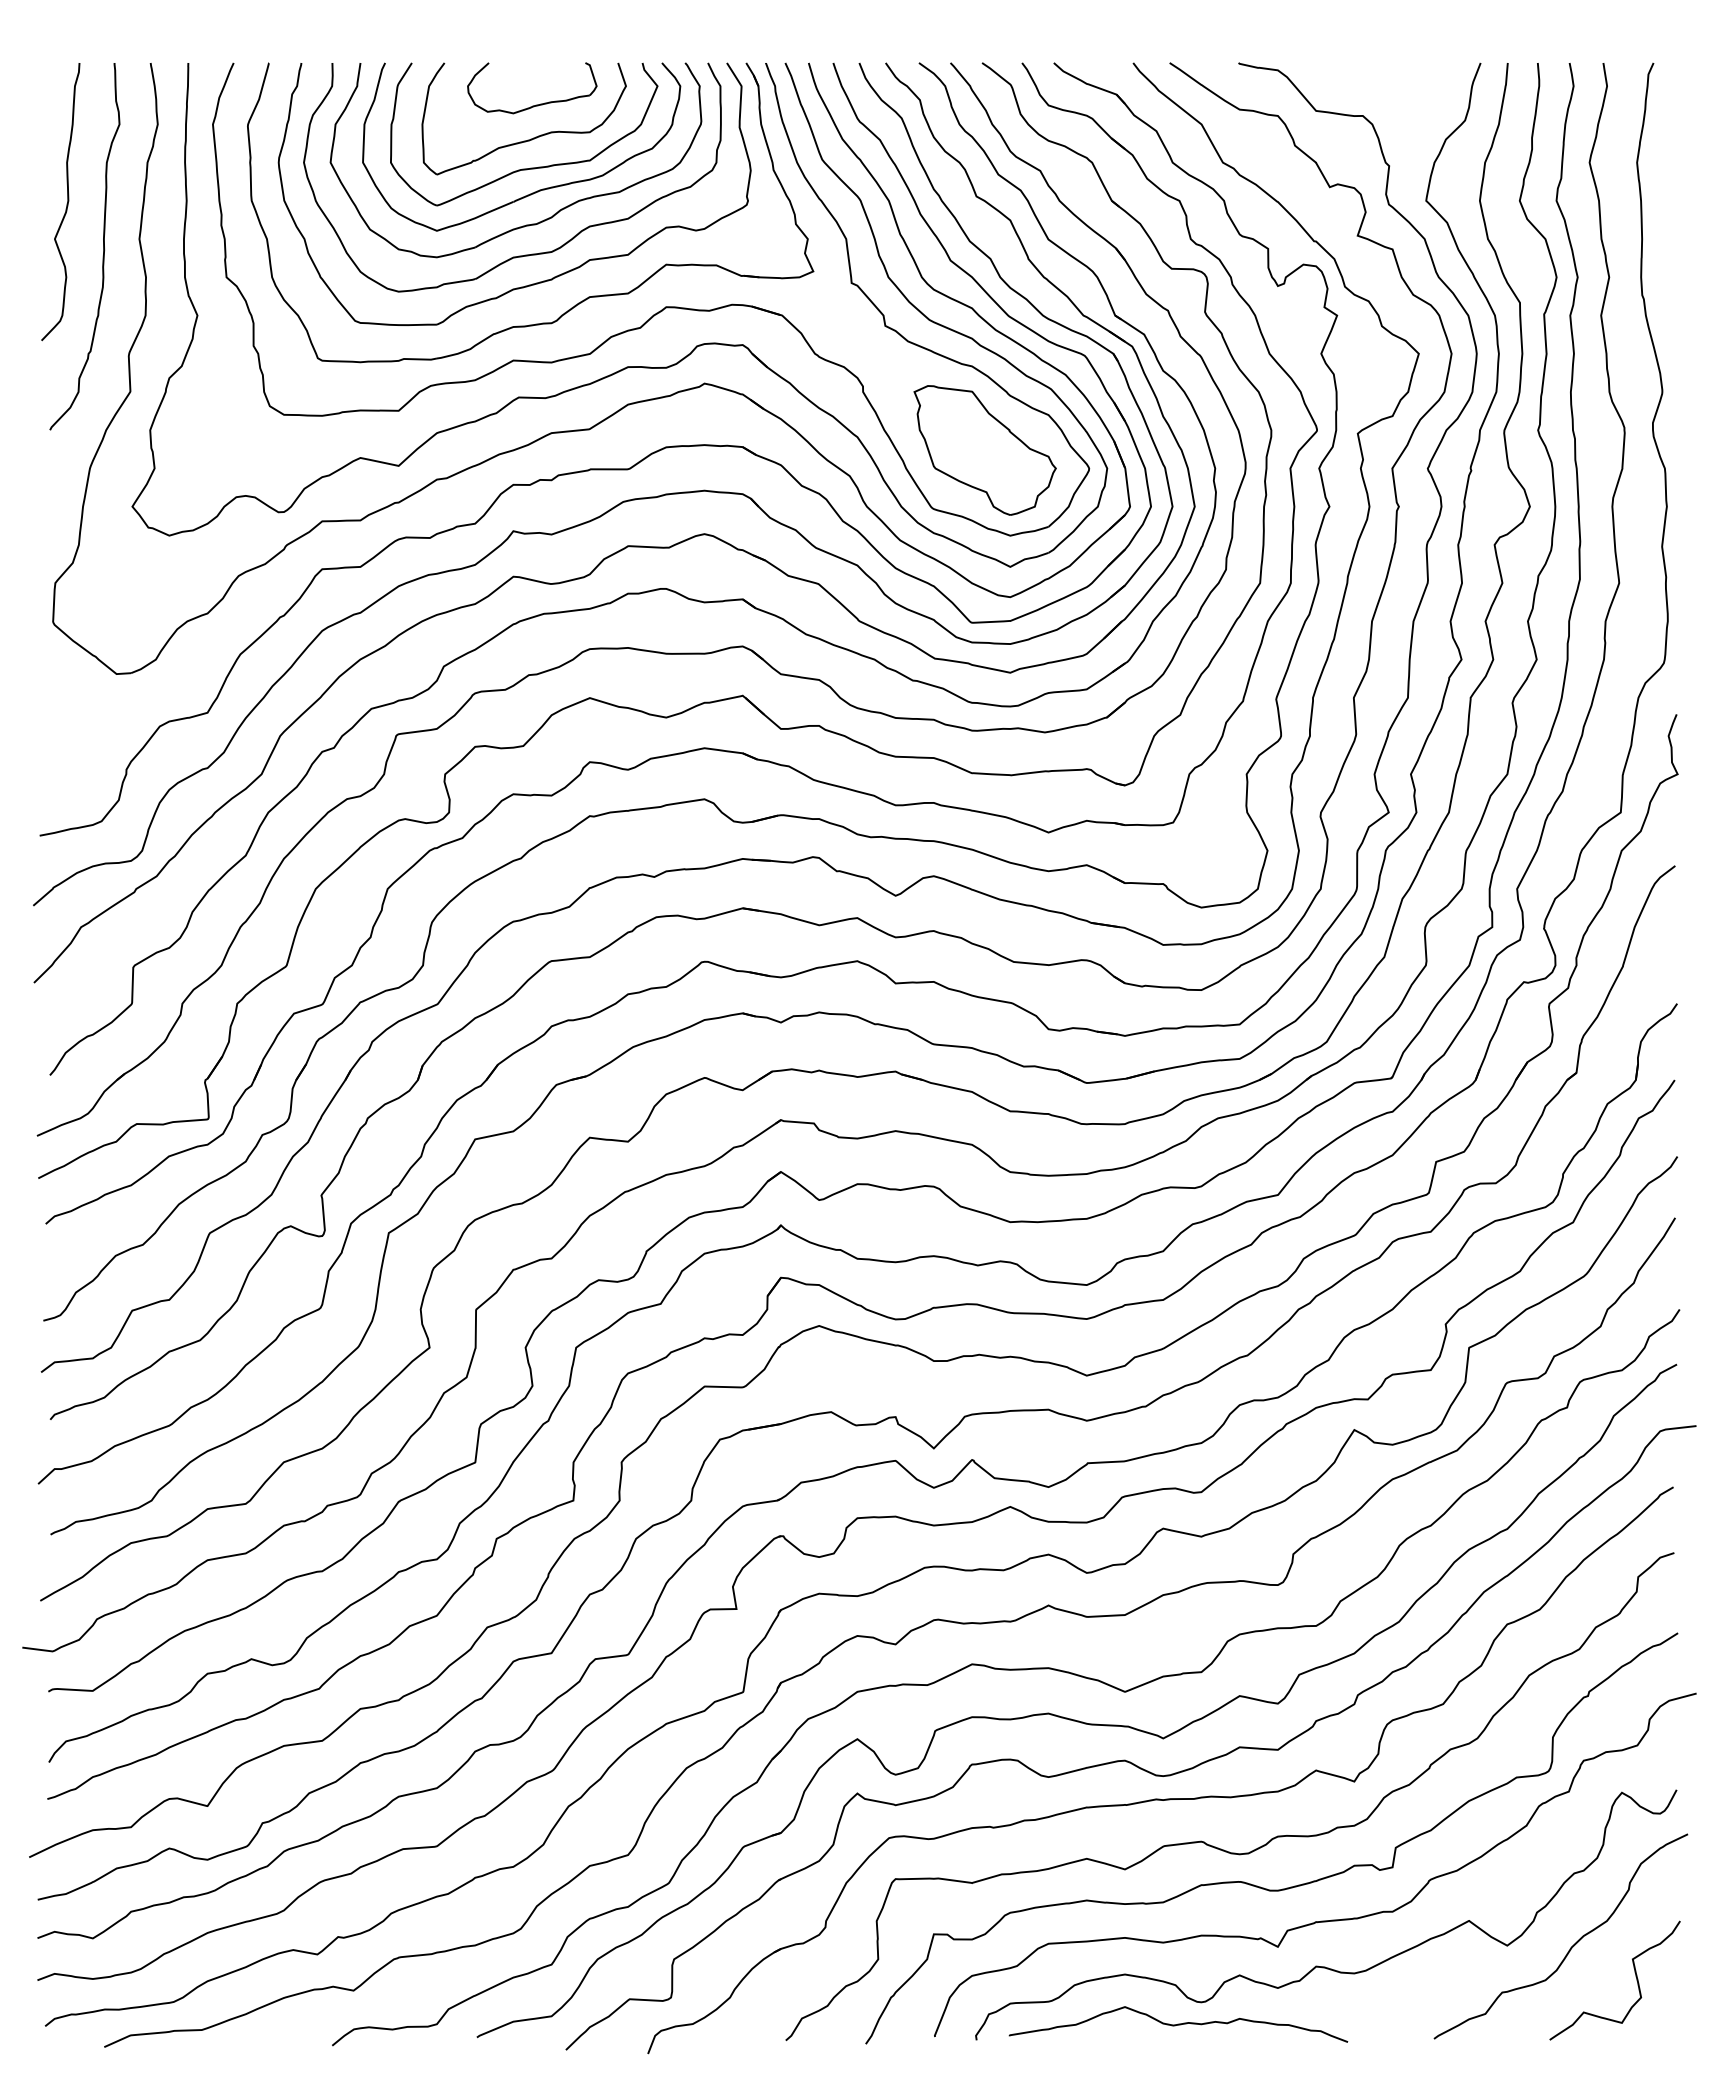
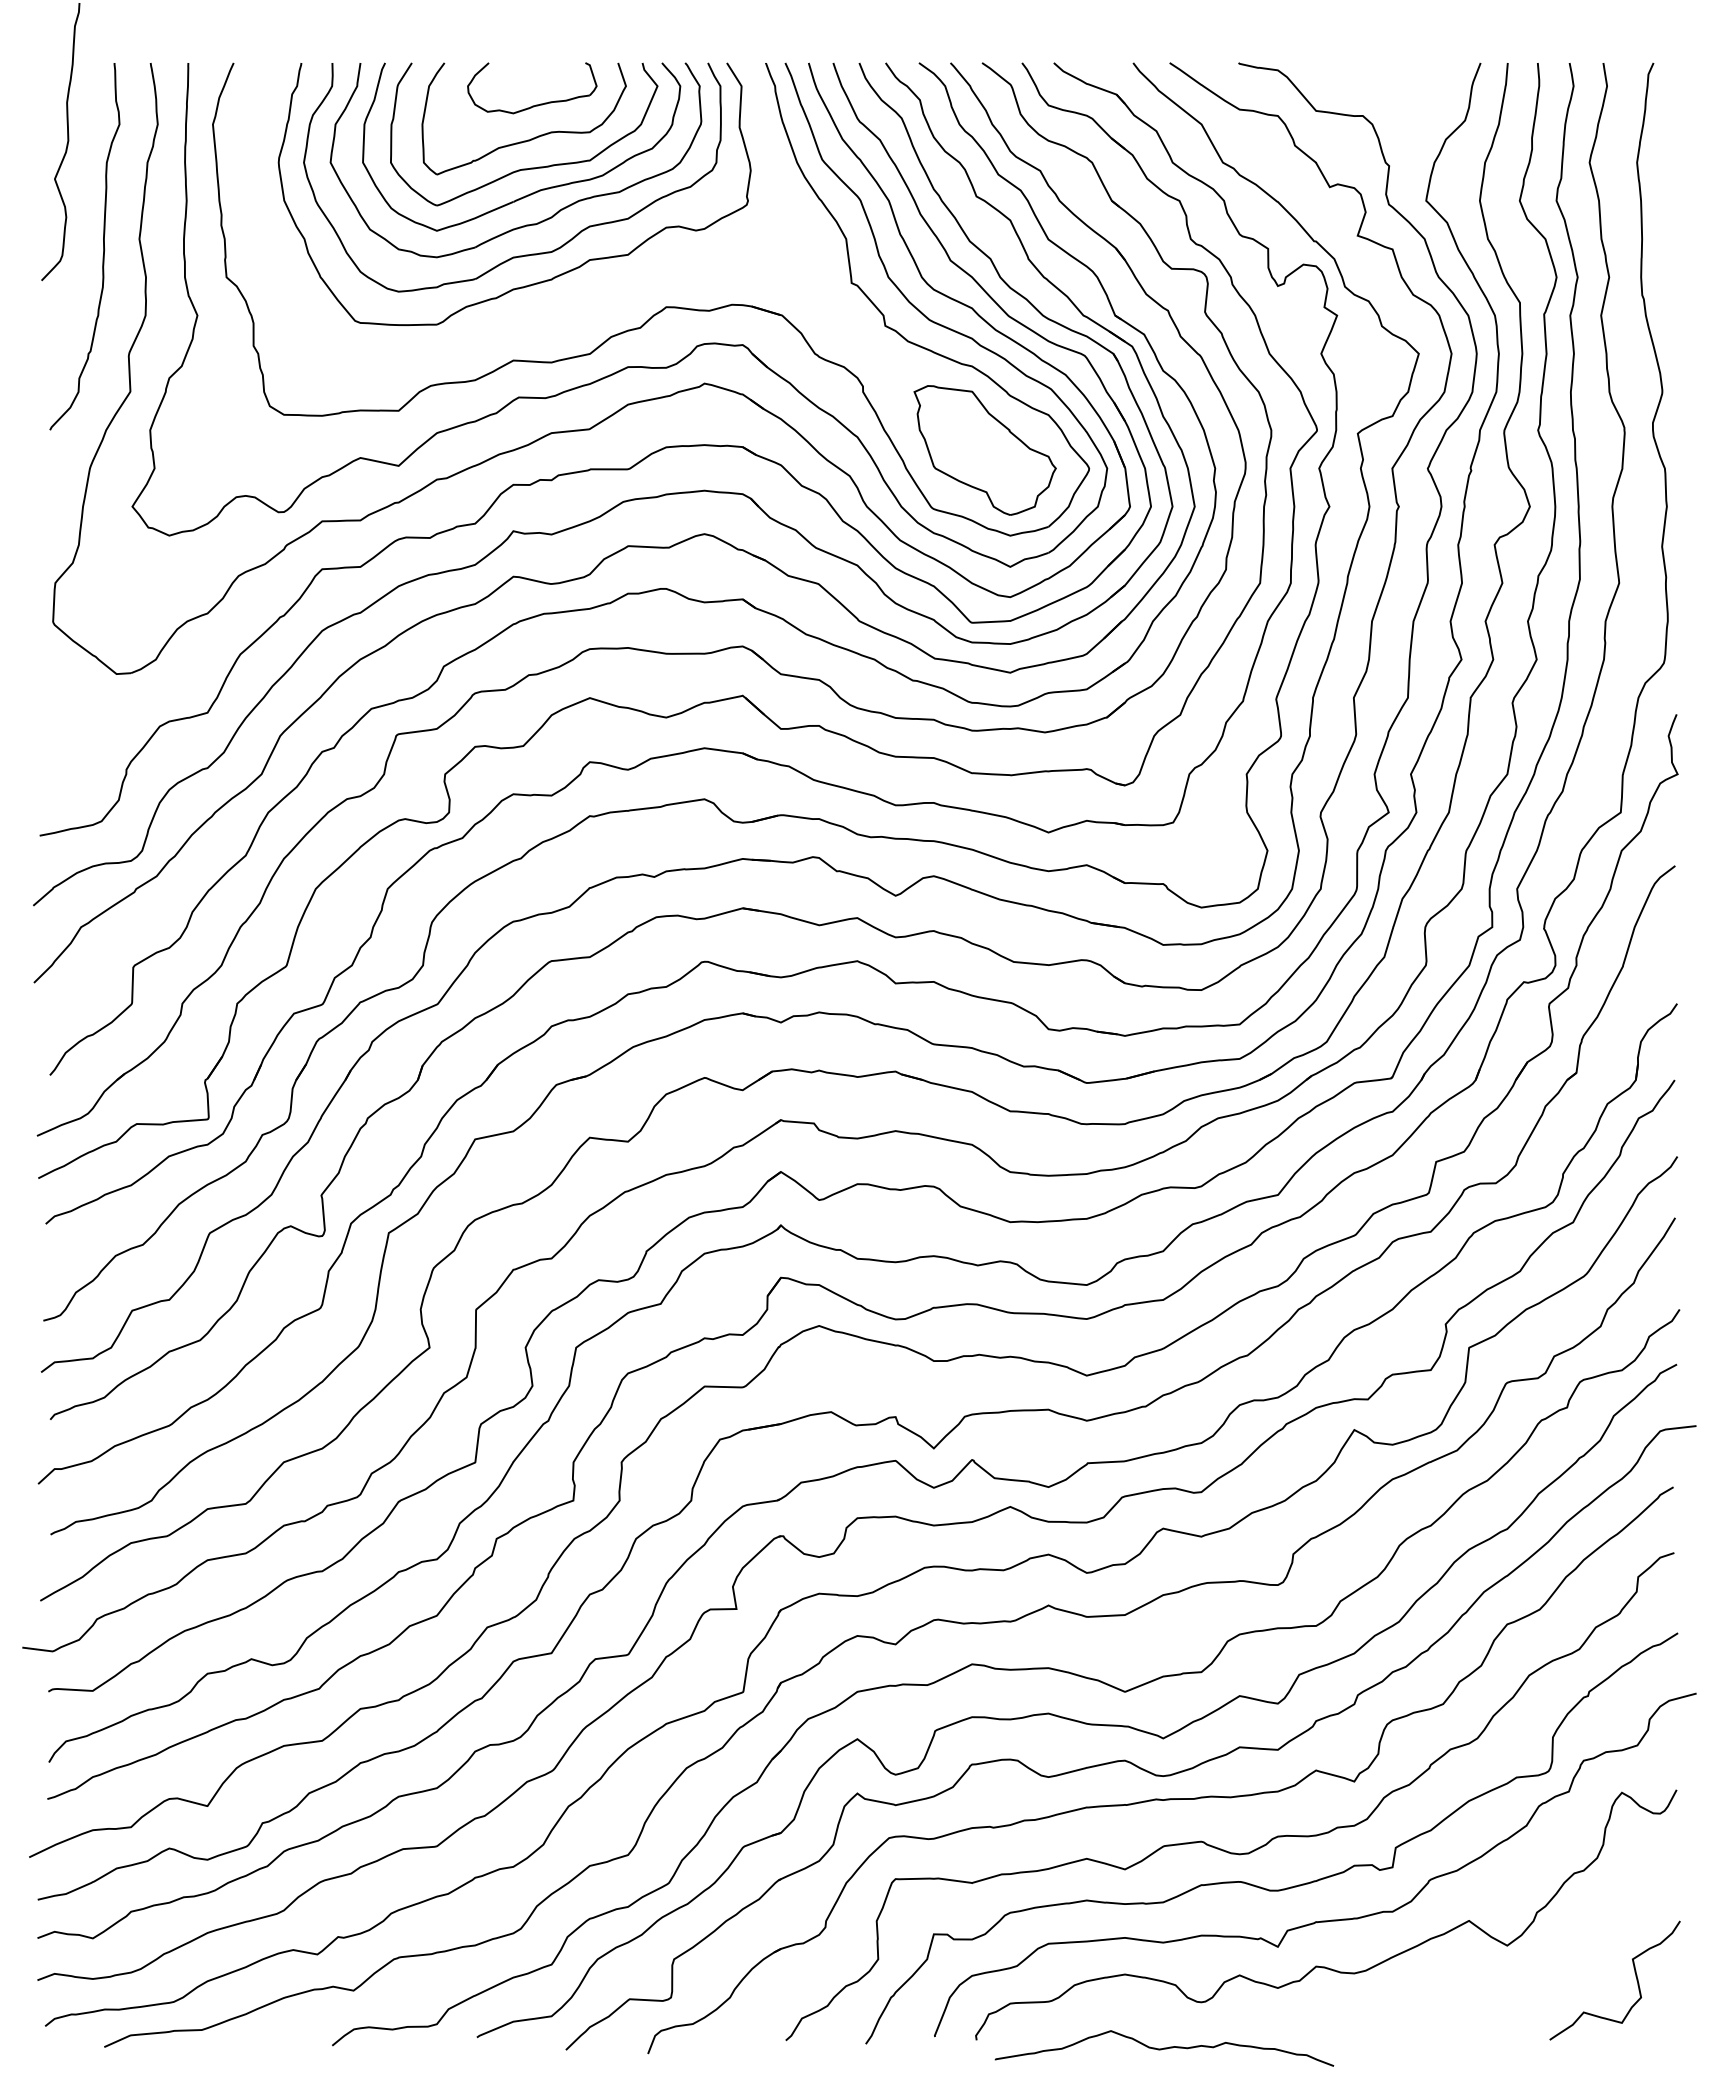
curve at (66, 203) position: (66, 203) -> (66, 143)
part at (583, 299): present -> none
curve at (1571, 1946): present -> none
curve at (1178, 2024) position: (1178, 2024) -> (1164, 2048)
